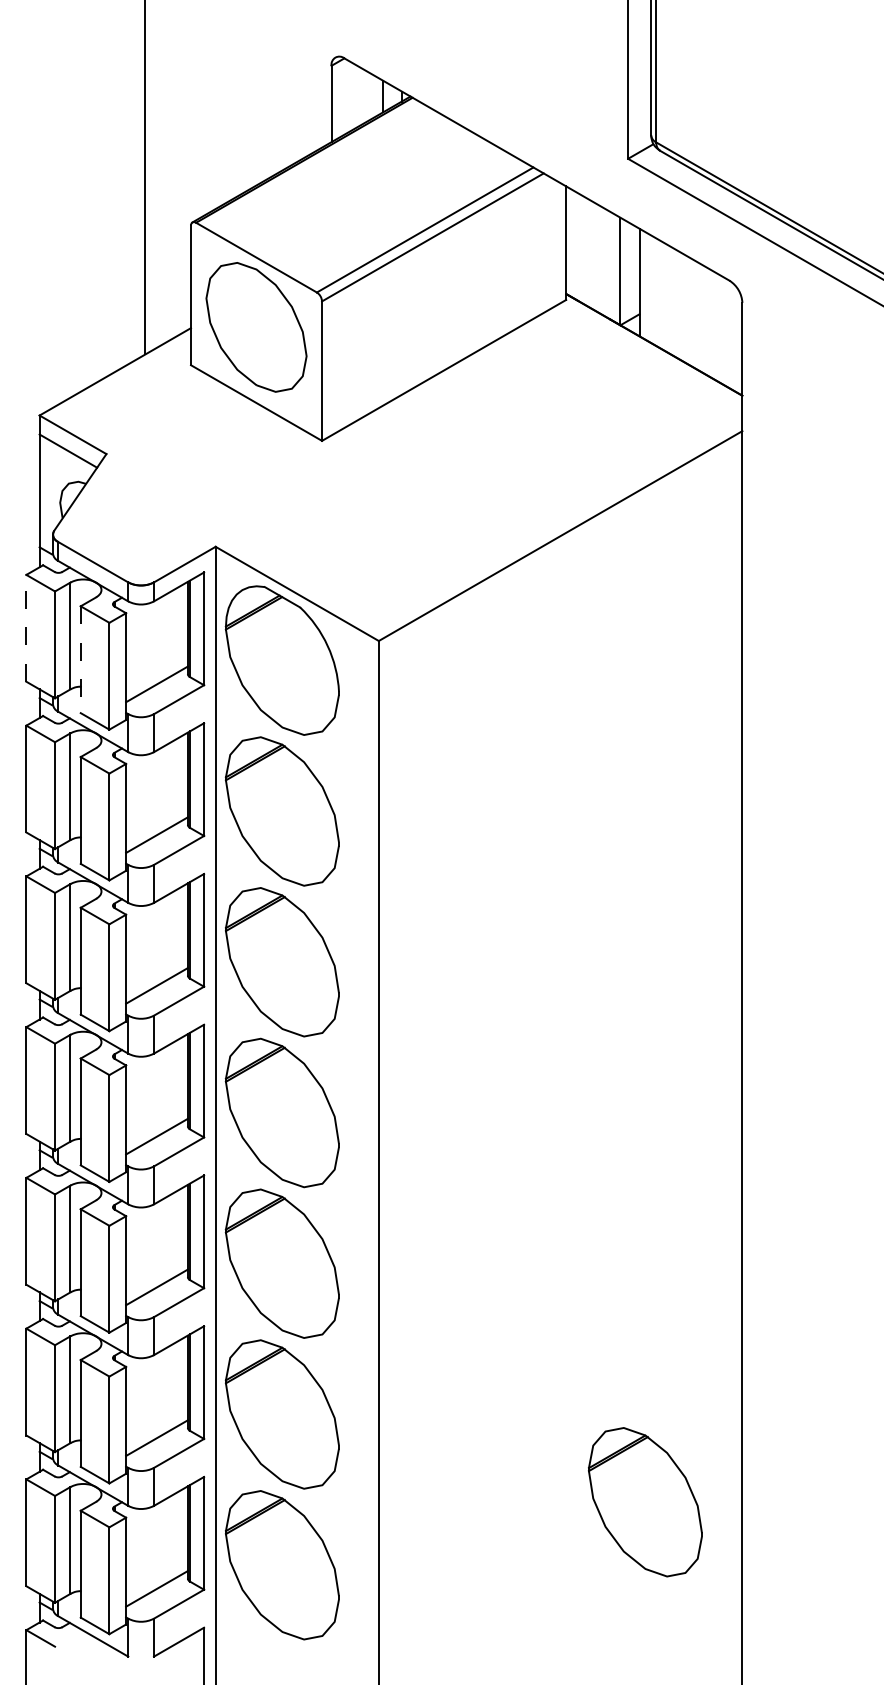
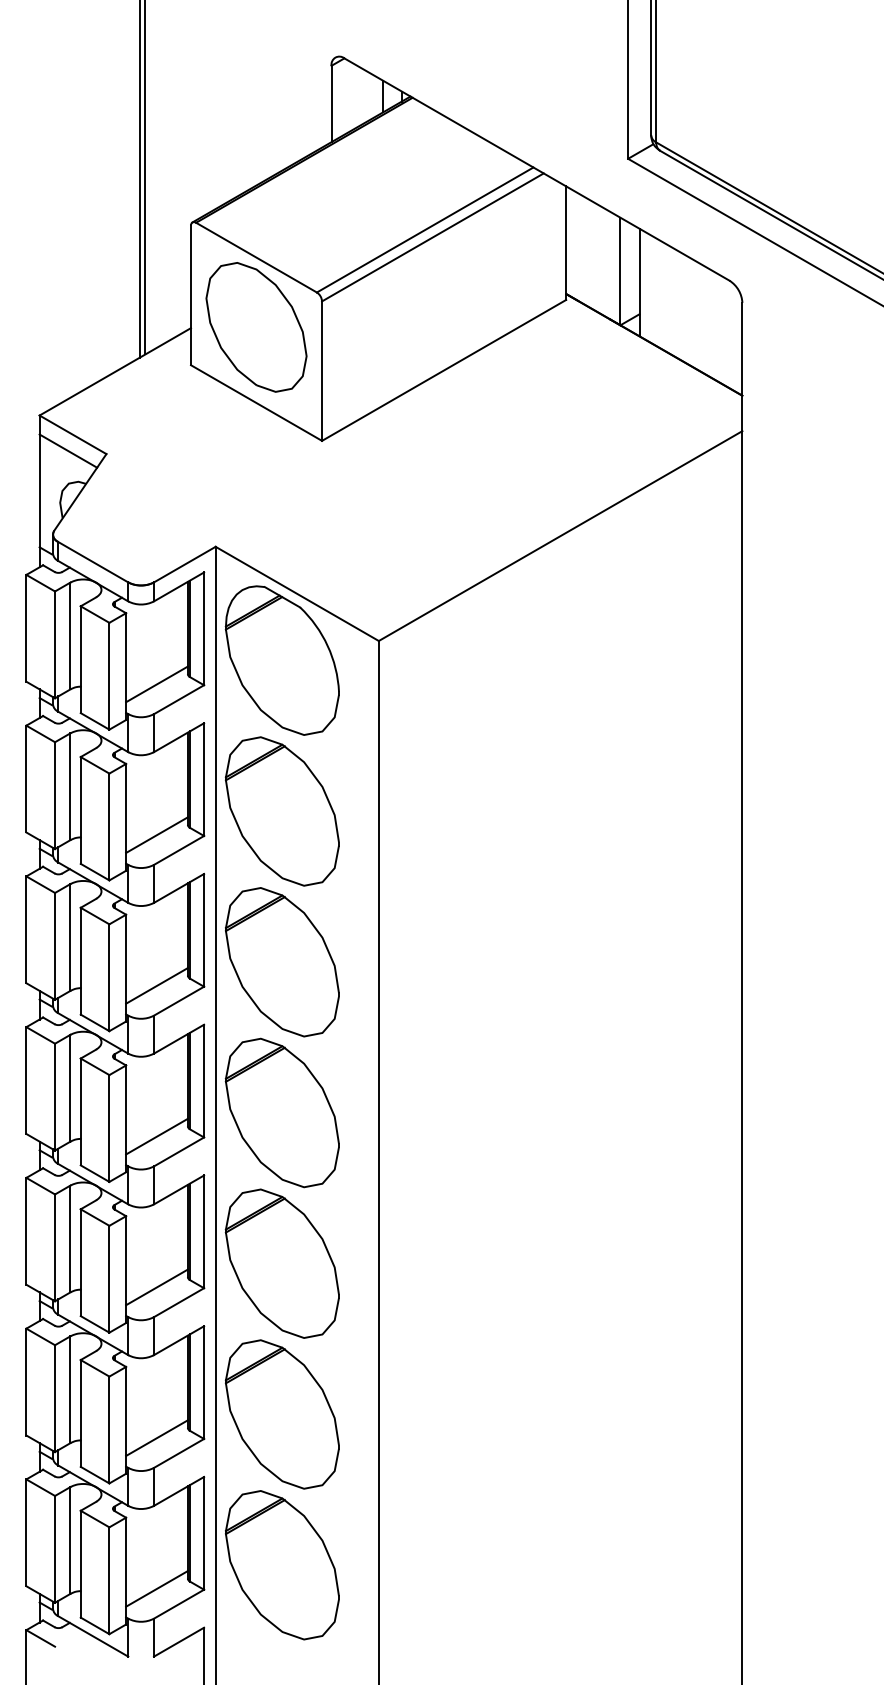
line at (140, 179): none -> present
line at (26, 627): dashed -> solid
line at (80, 660): dashed -> solid
part at (645, 1502): present -> none
